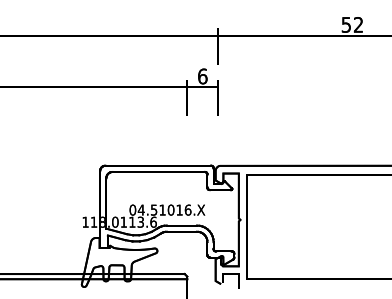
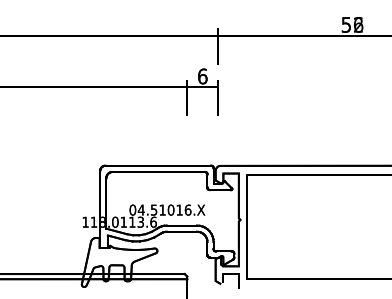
text at (358, 24): 52 -> 56
